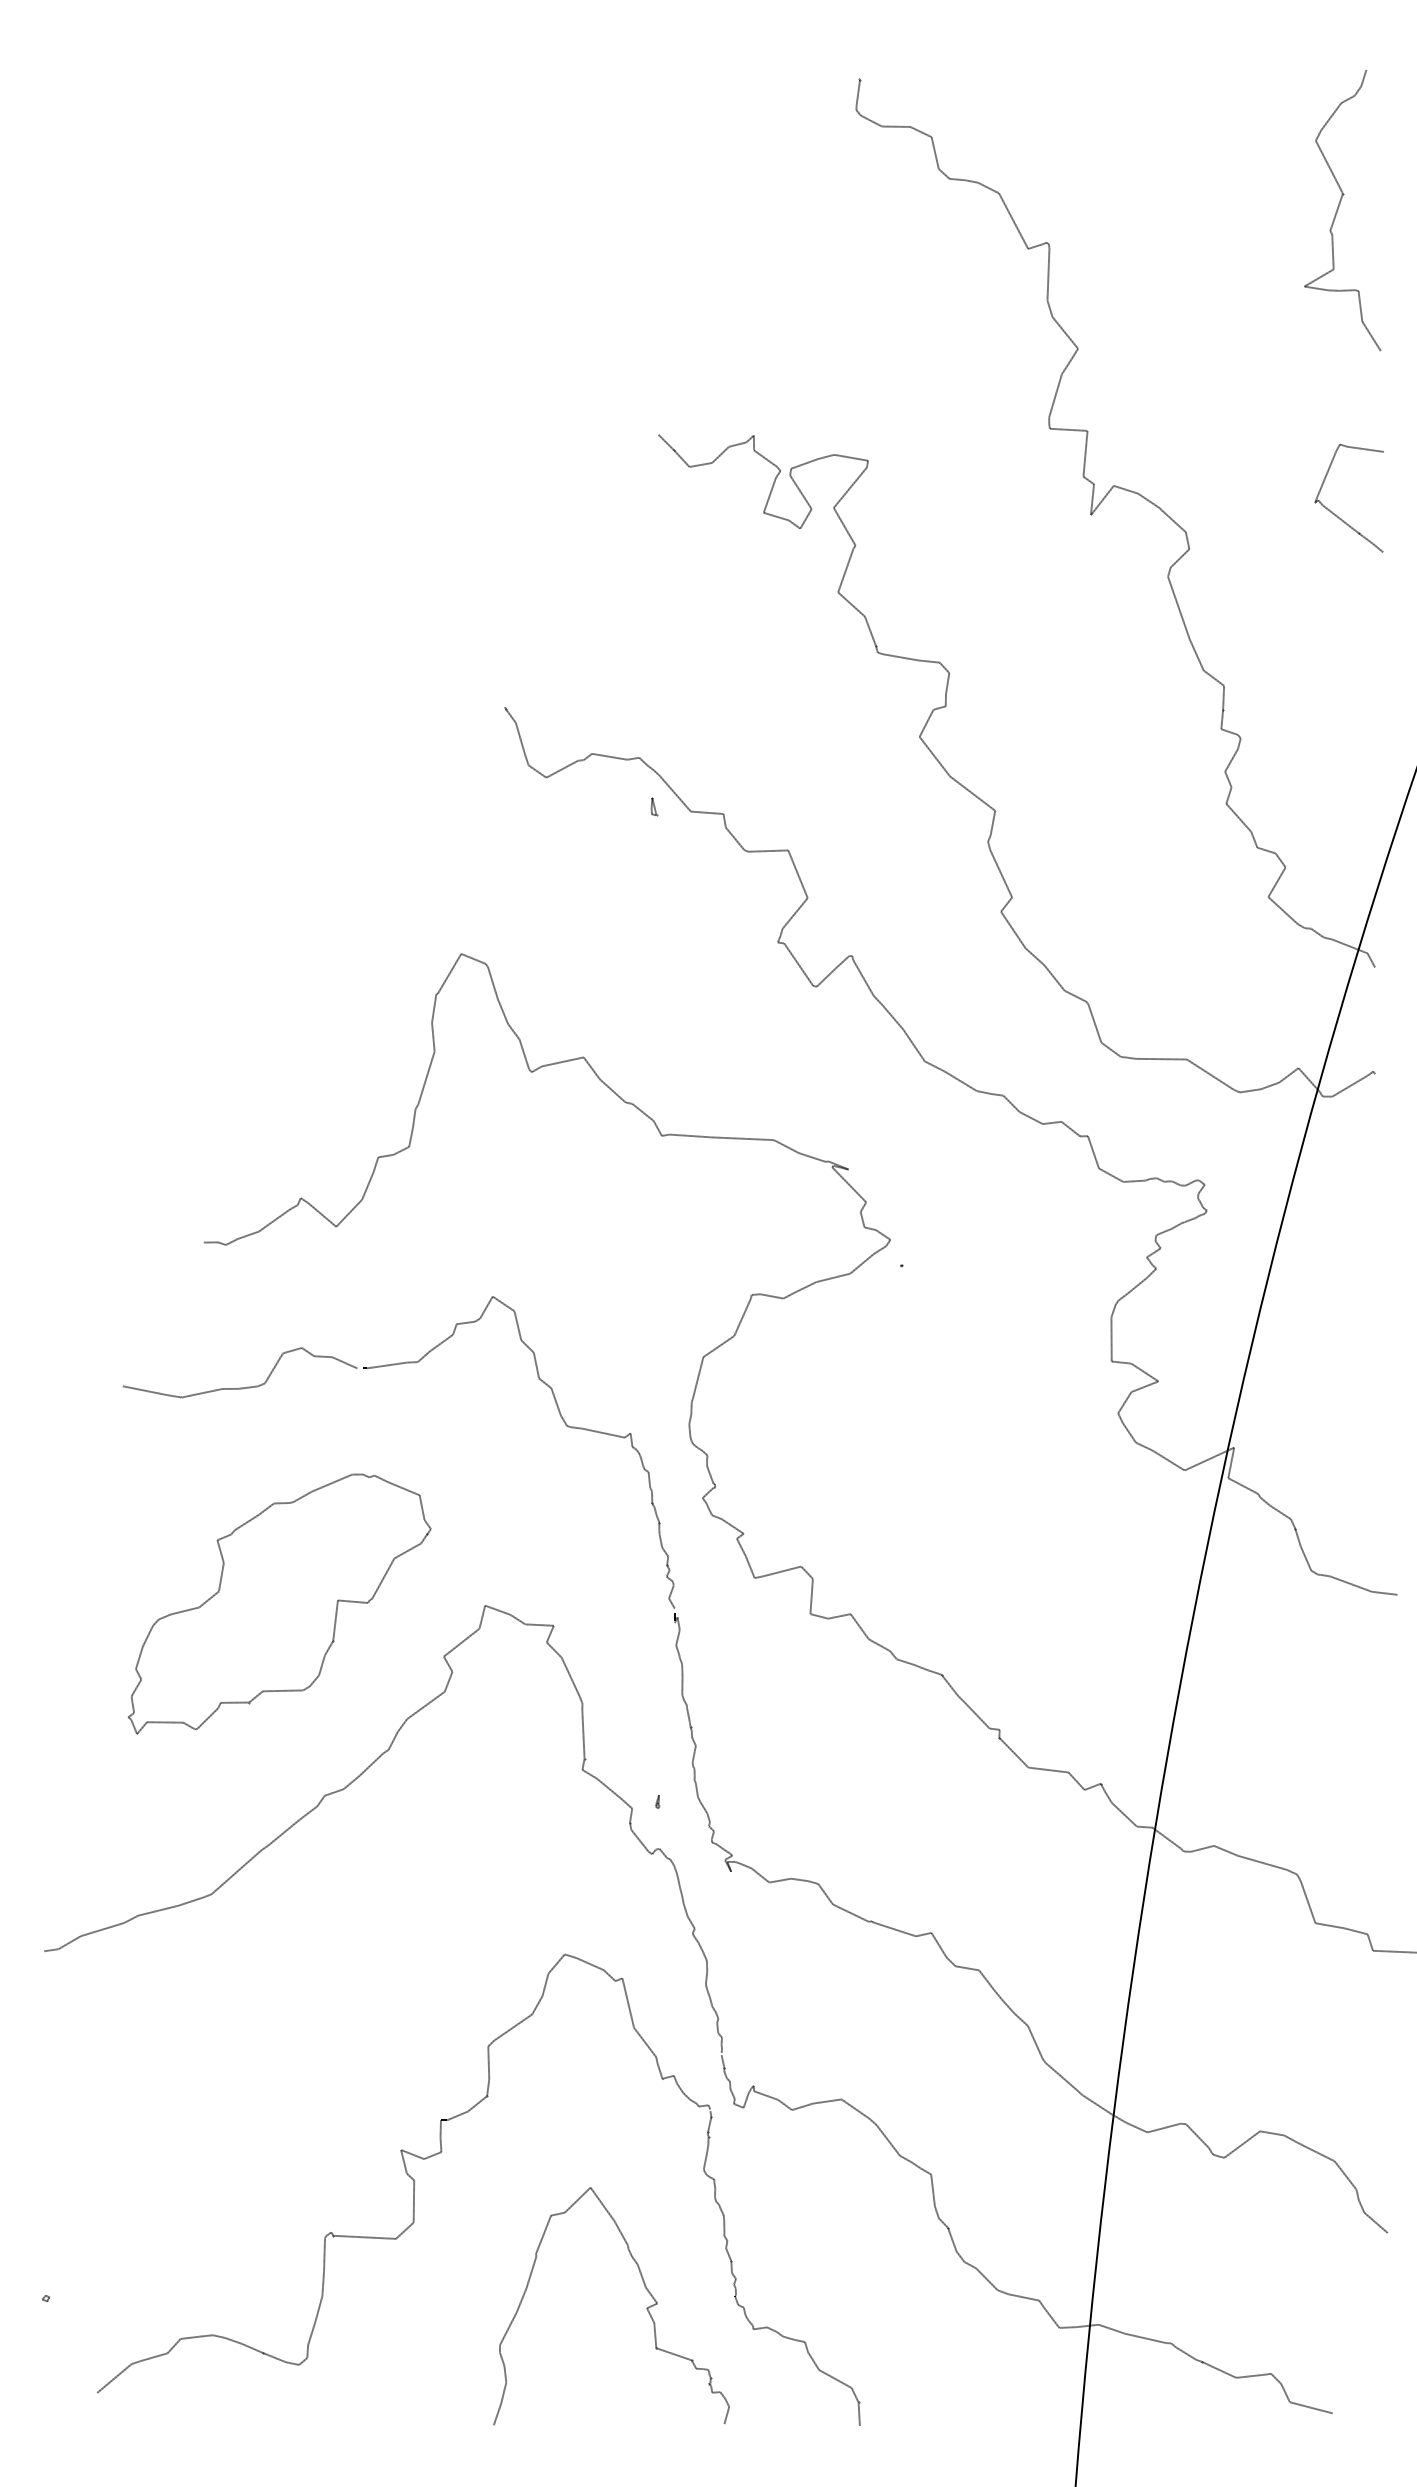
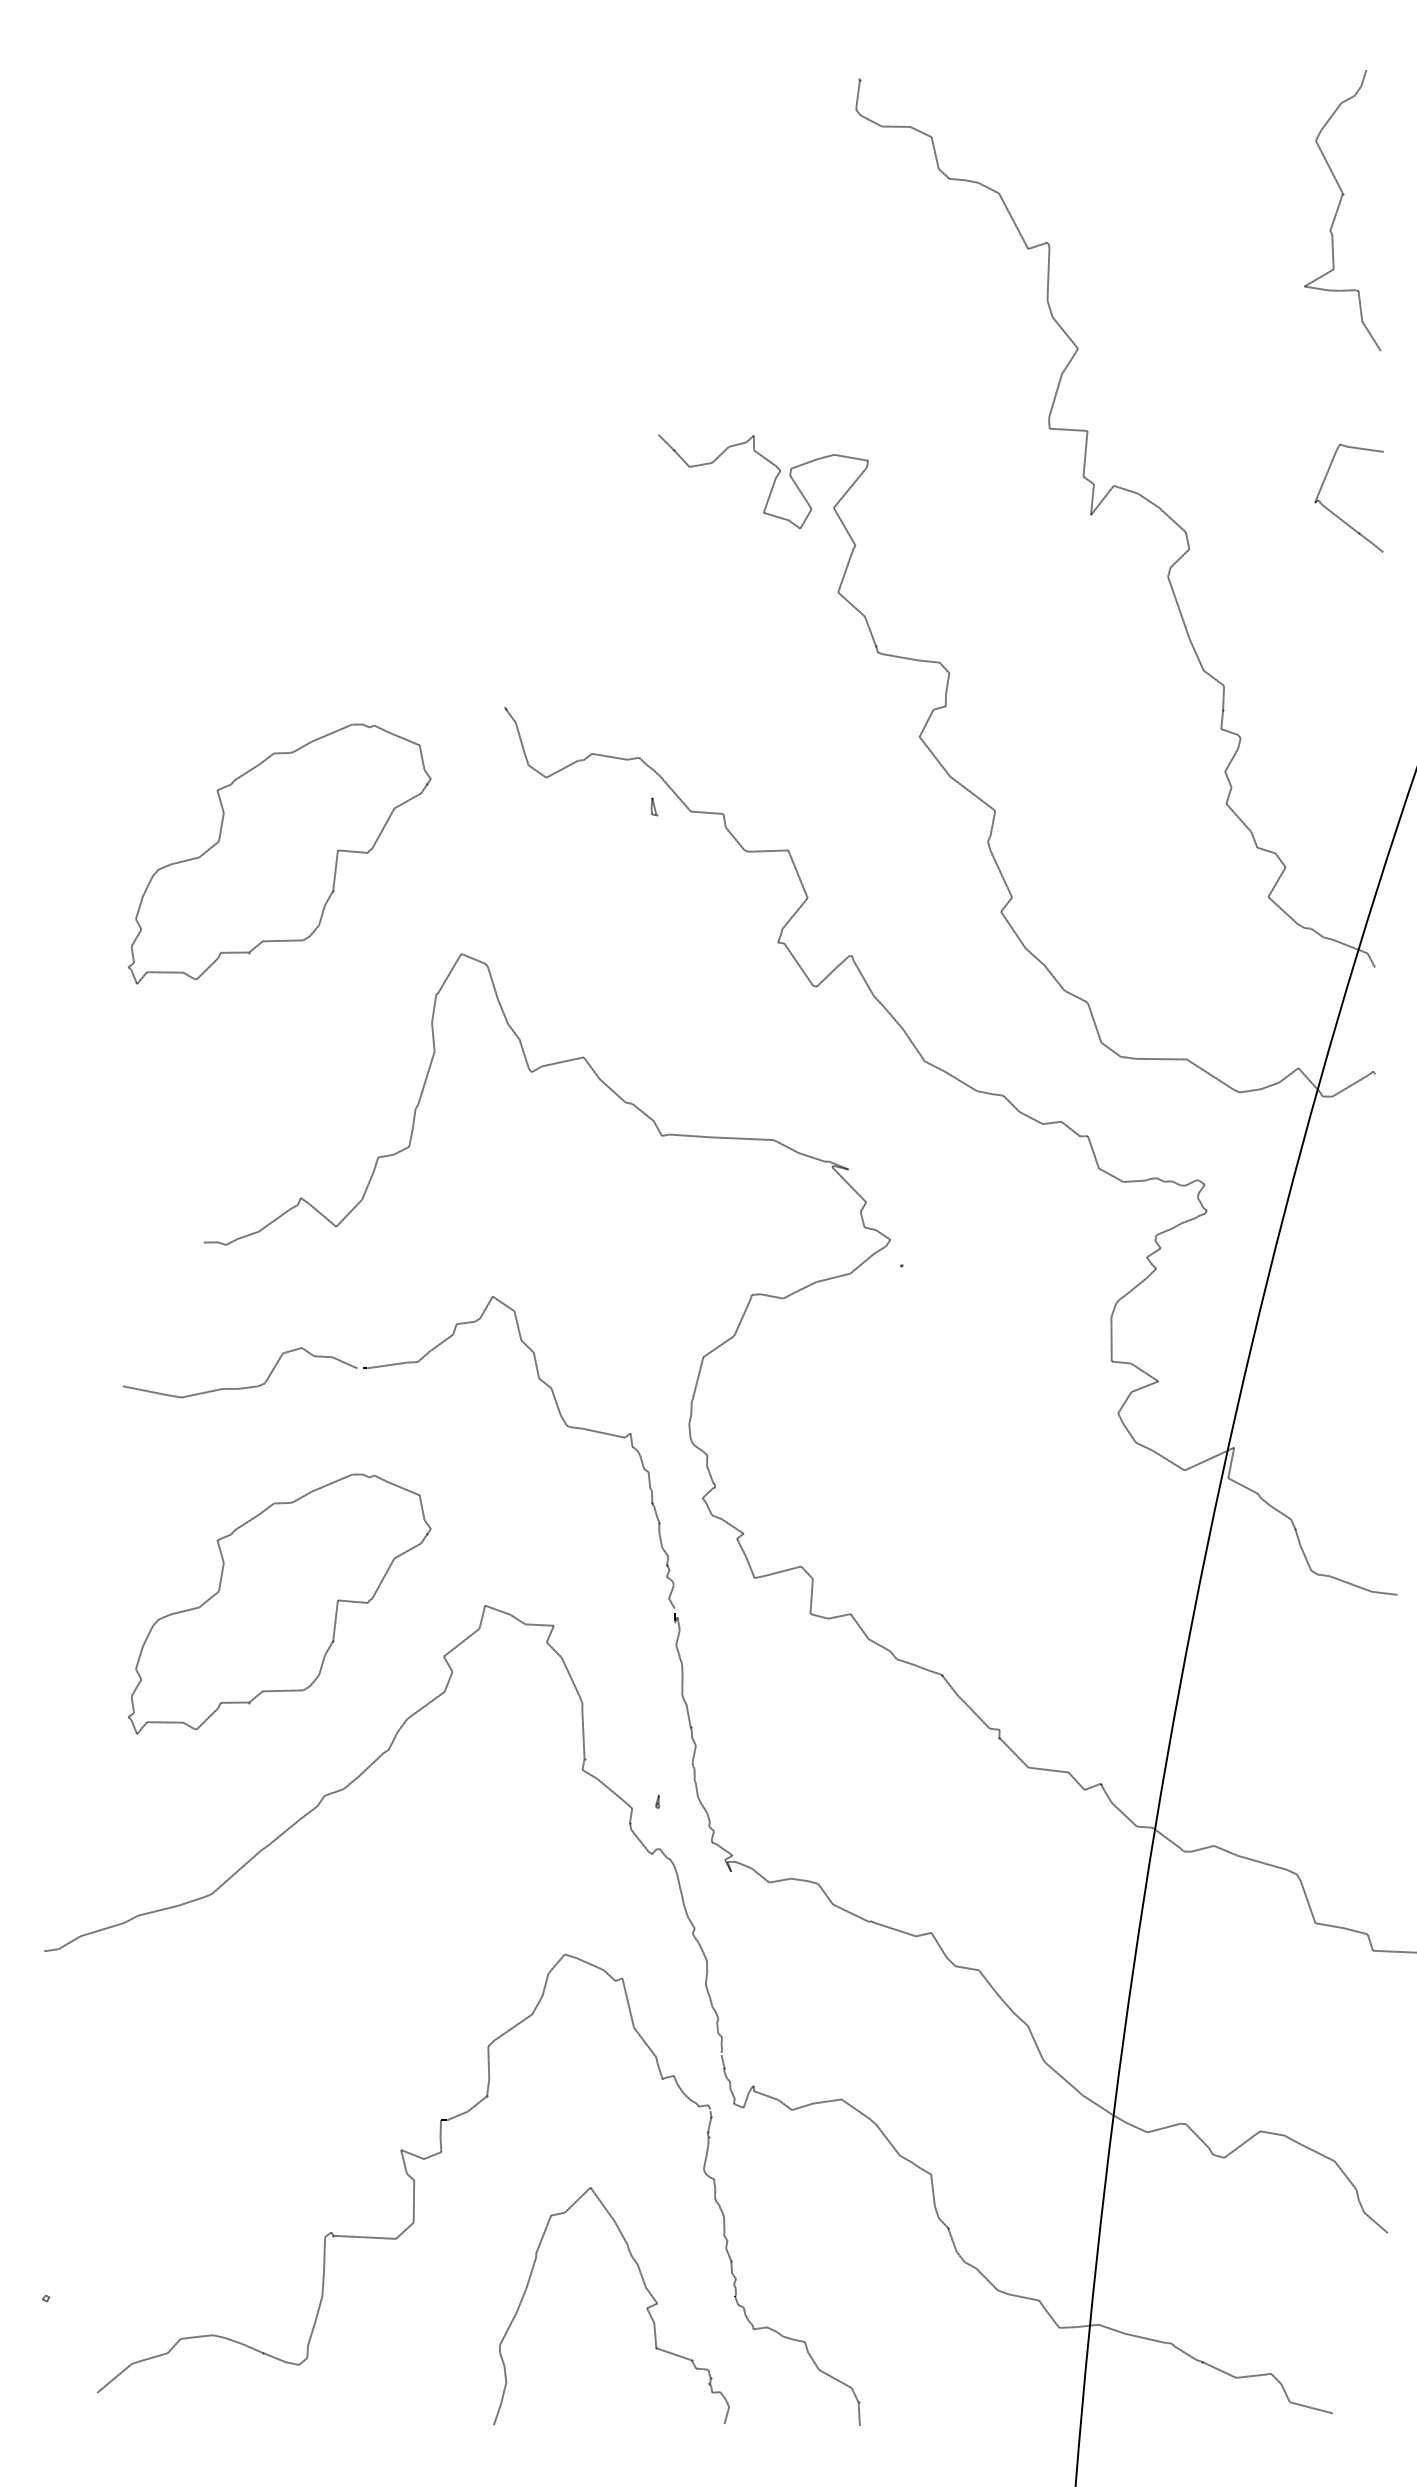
part at (279, 853): none -> present
